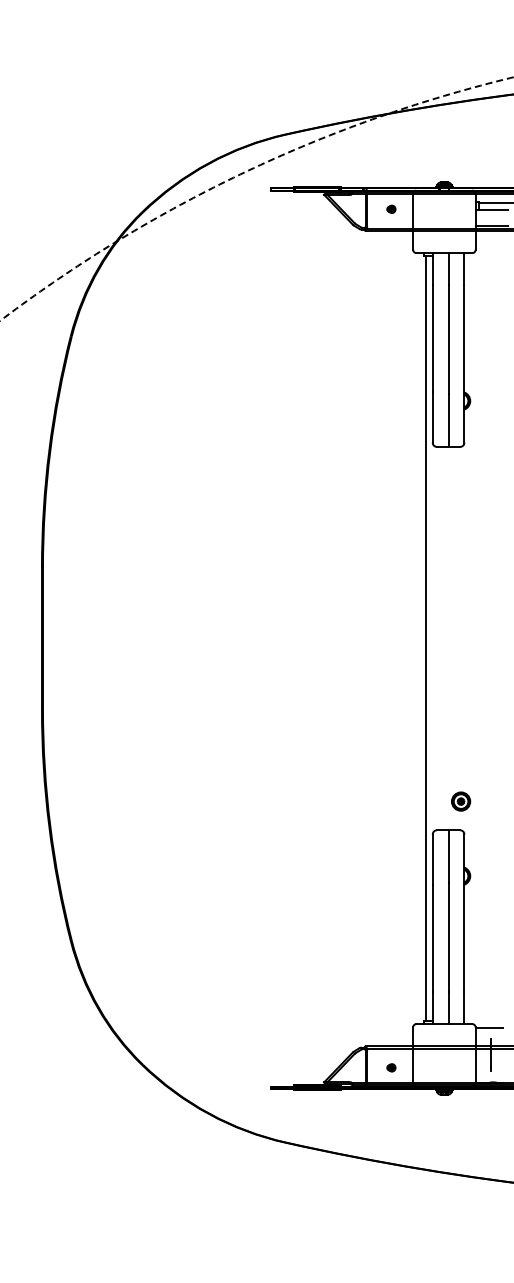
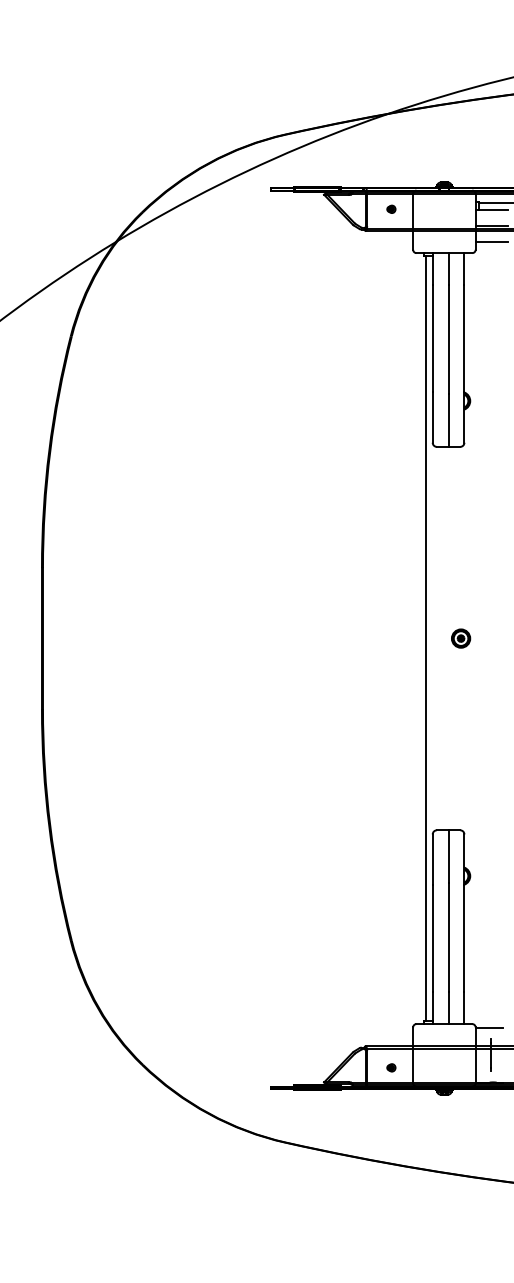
arc at (247, 171): dashed -> solid
line at (491, 241): none -> present
part at (461, 801) position: (461, 801) -> (461, 638)
